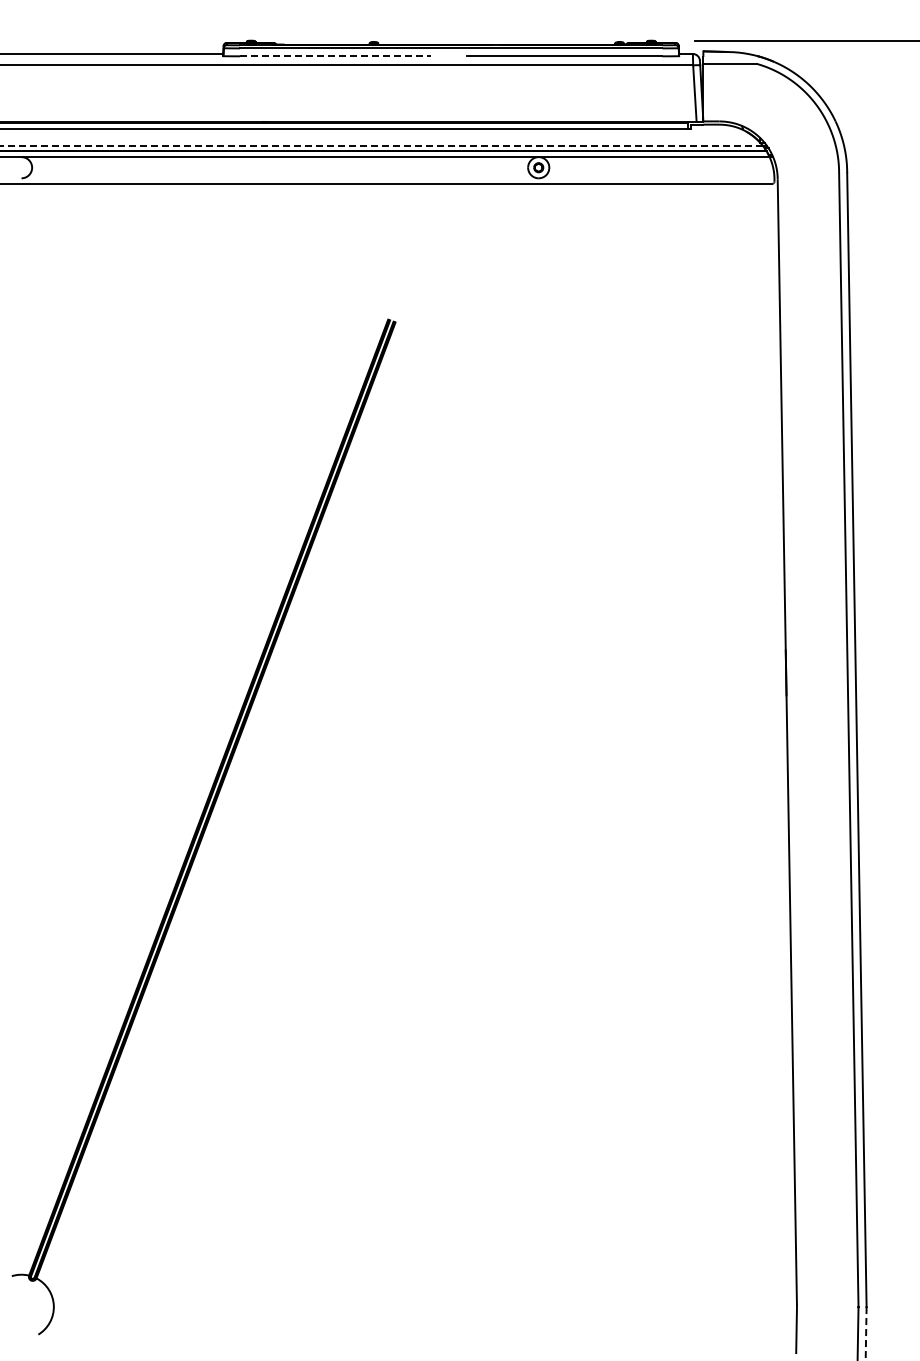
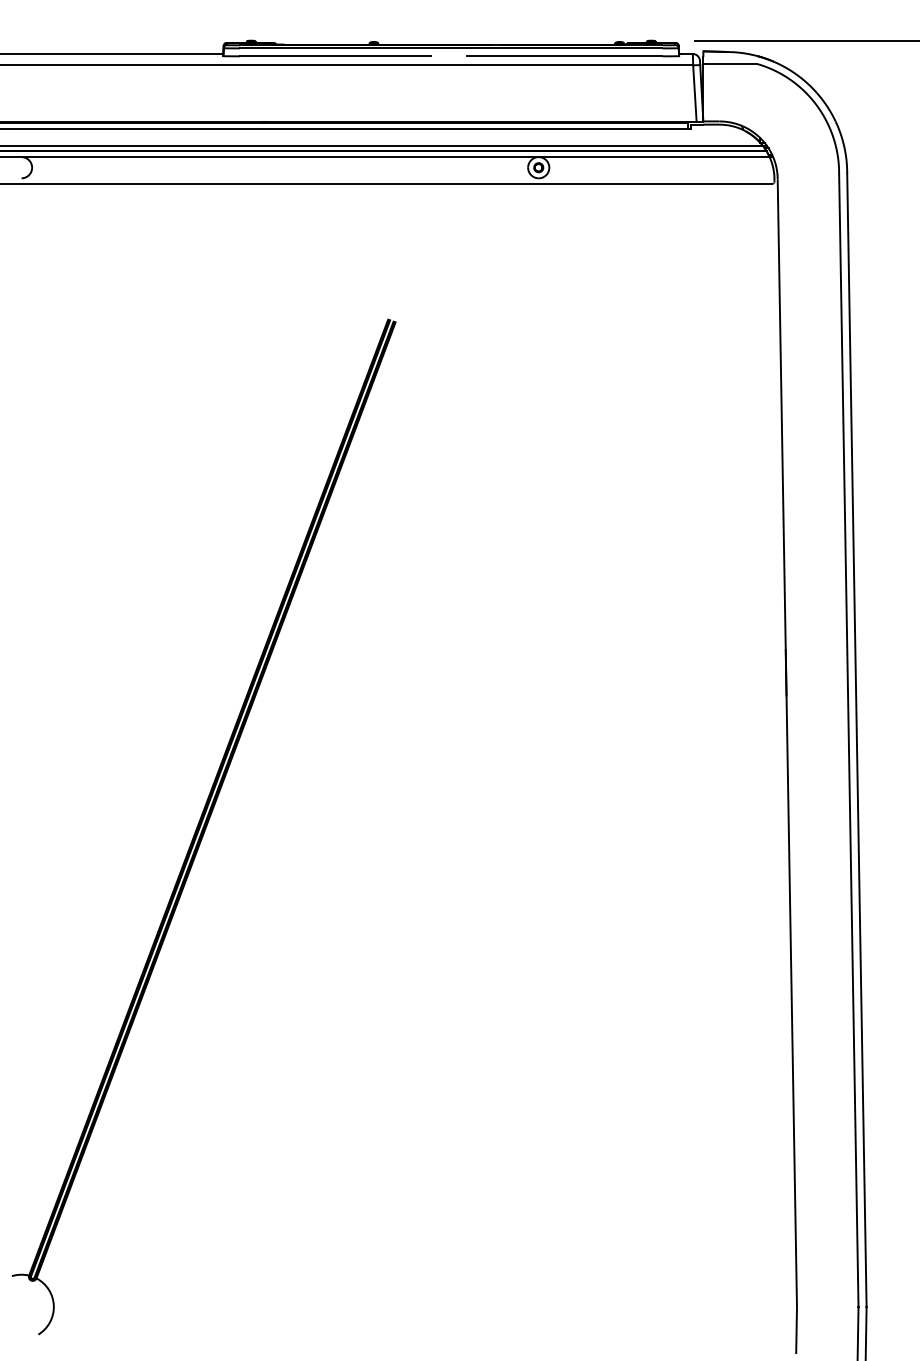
line at (335, 56): dashed -> solid
line at (381, 145): dashed -> solid
line at (866, 1334): dashed -> solid
